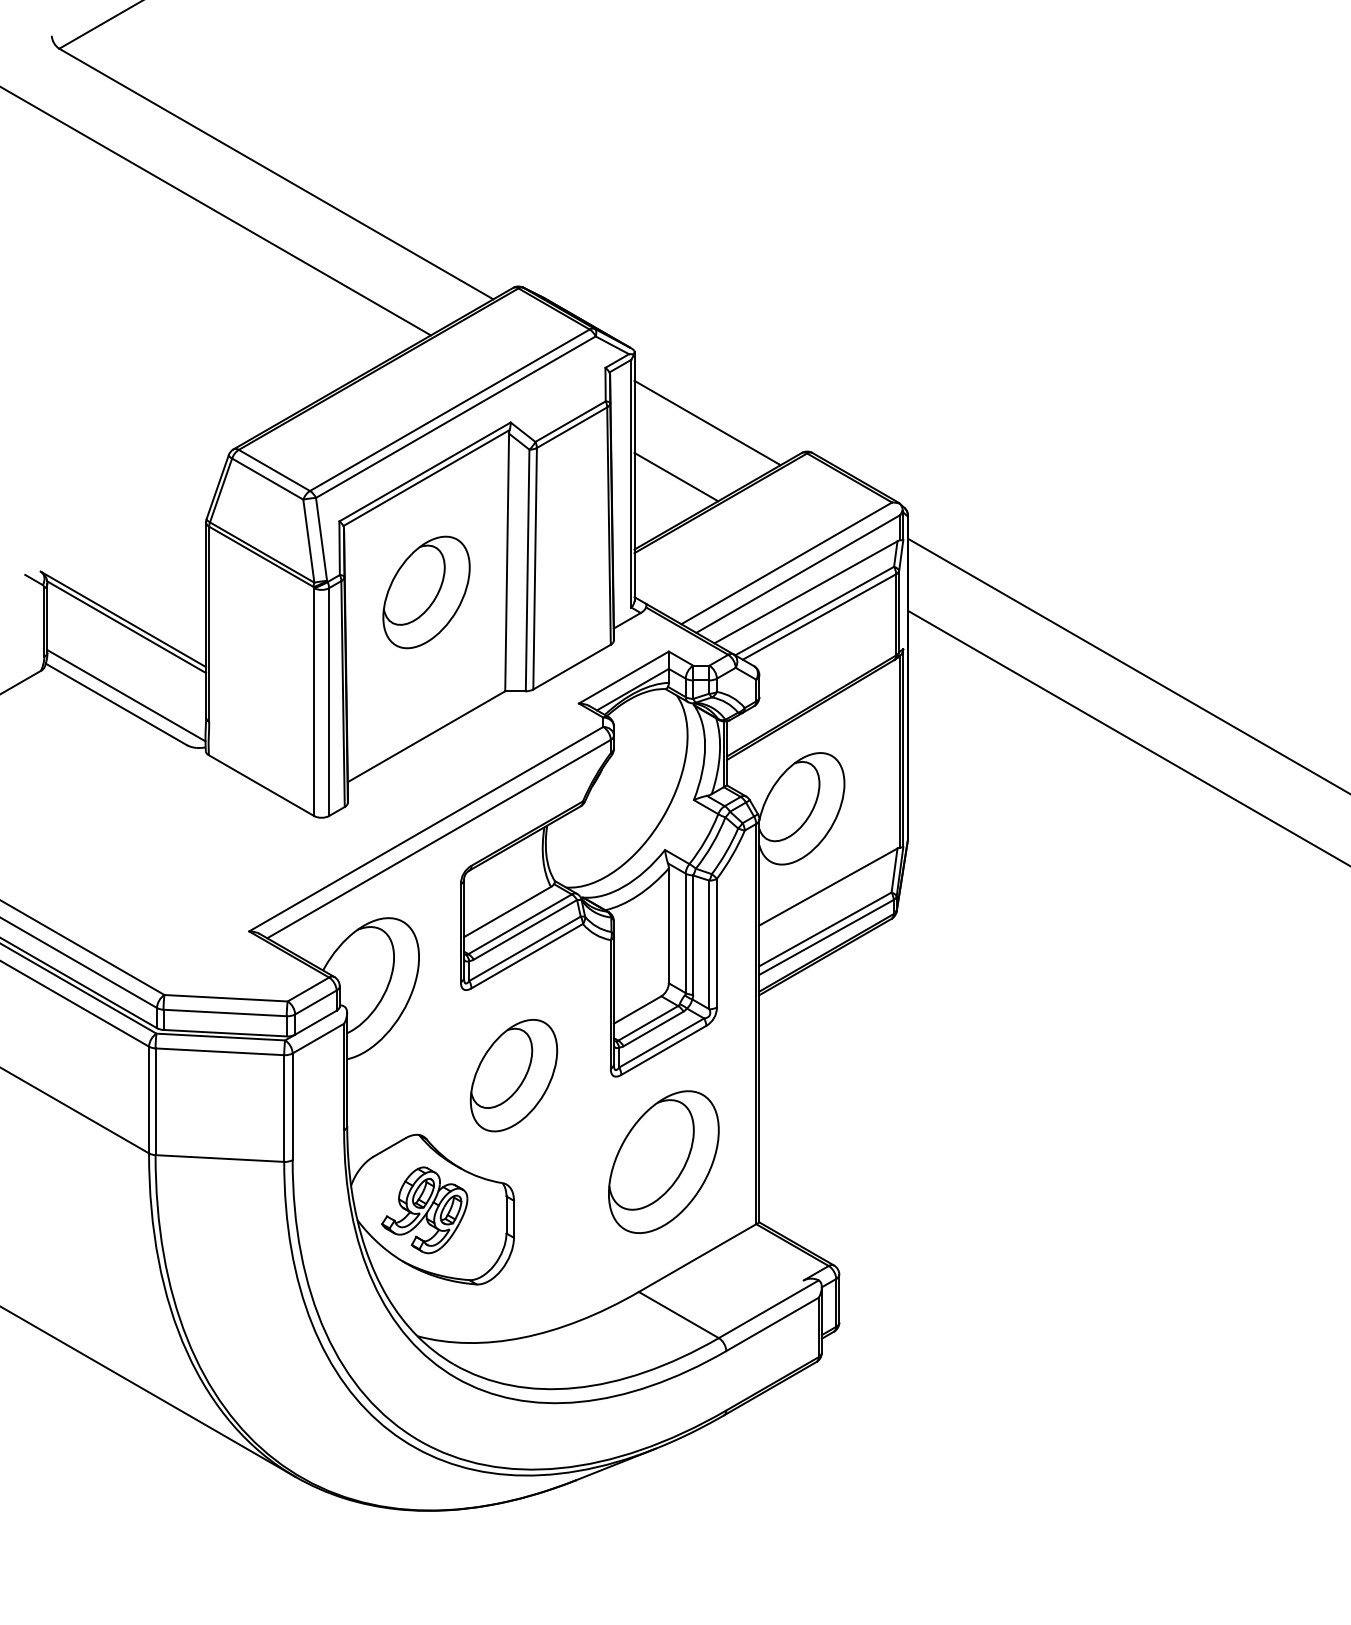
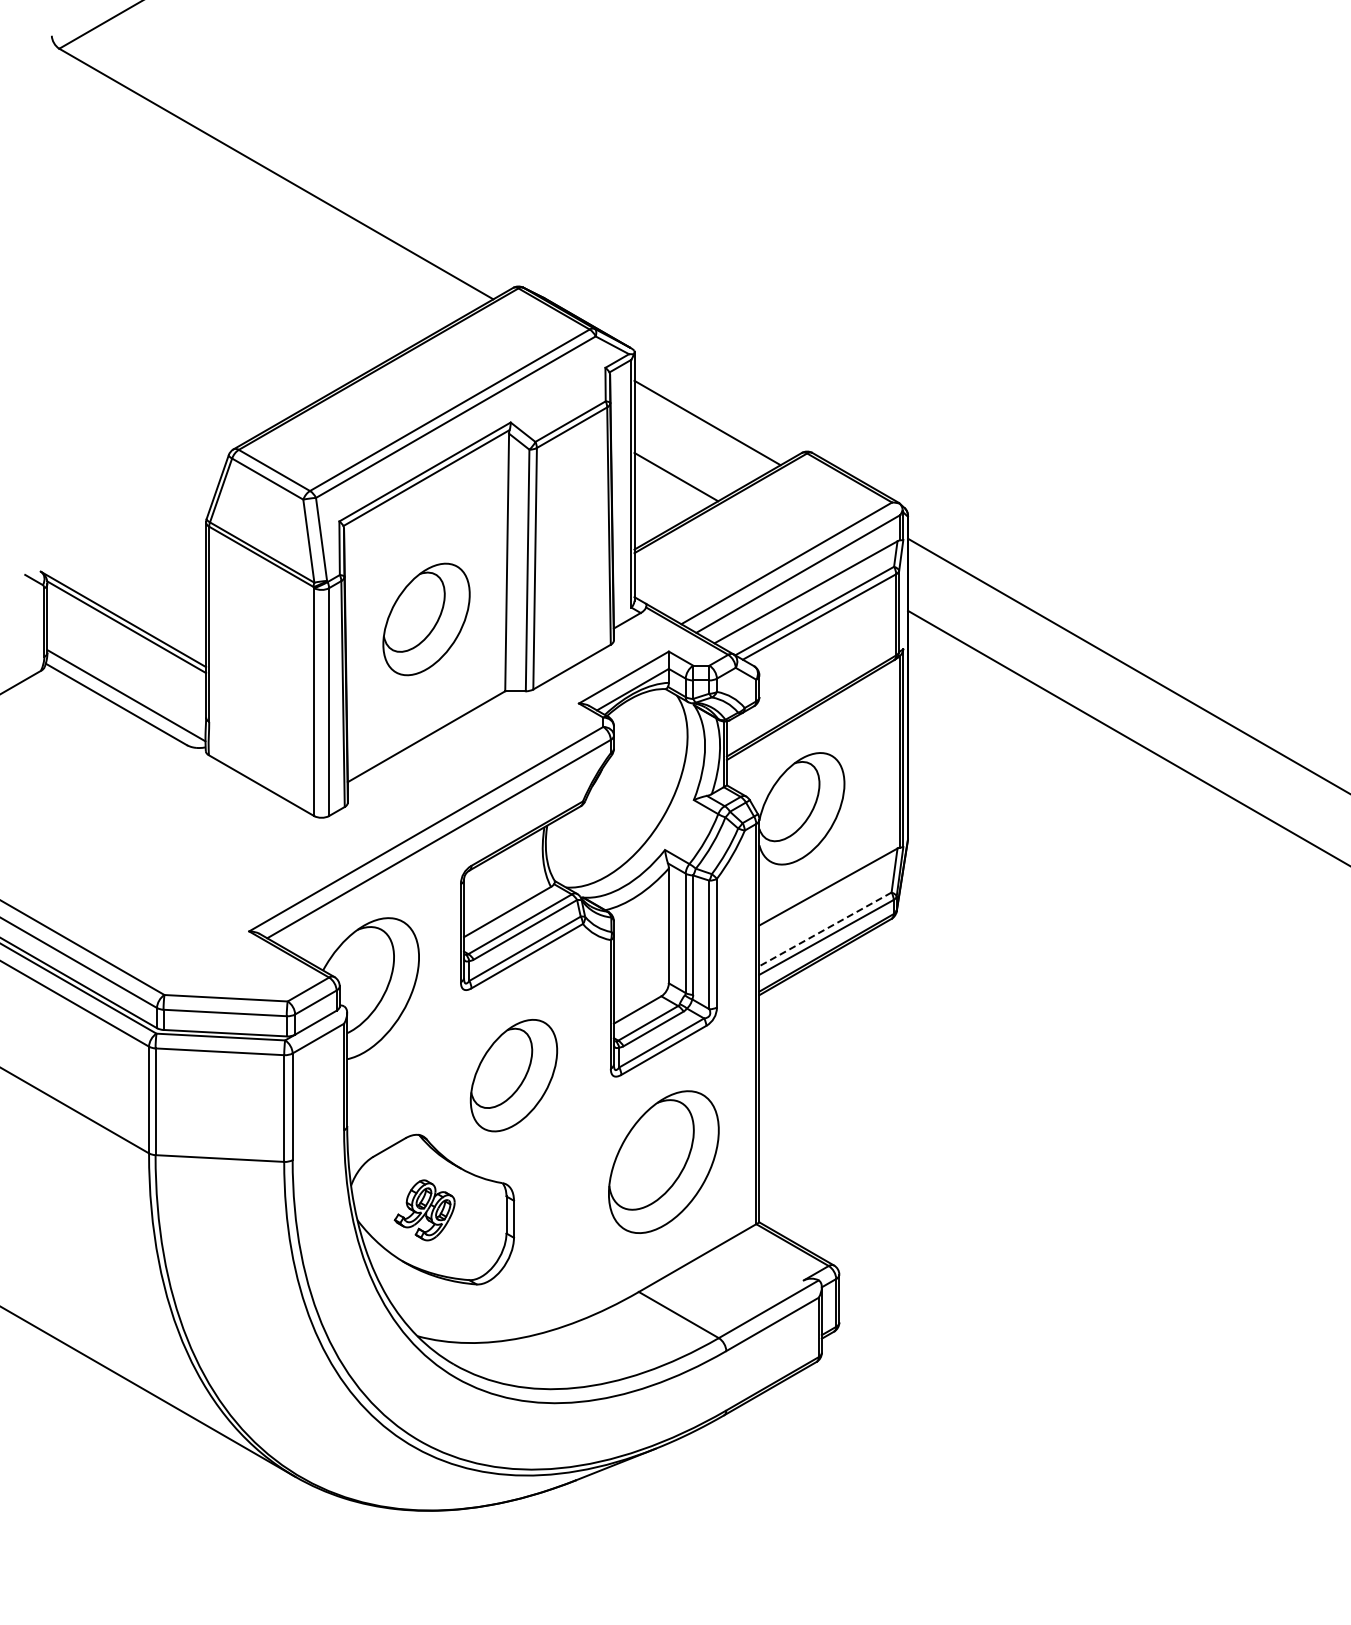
line at (216, 211): present -> none
part at (426, 592) position: (426, 592) -> (426, 619)
line at (825, 929): solid -> dashed
part at (424, 1210) size: 88x89 px -> 63x63 px
